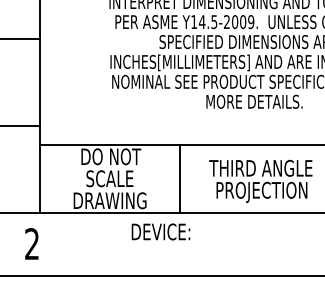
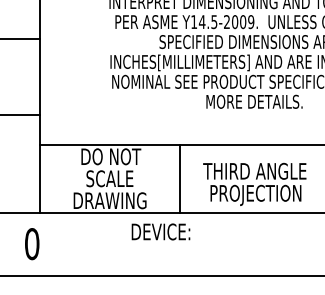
line at (20, 126) position: (20, 126) -> (20, 115)
text at (260, 180) position: (260, 180) -> (254, 183)
text at (32, 244): 2 -> 0
